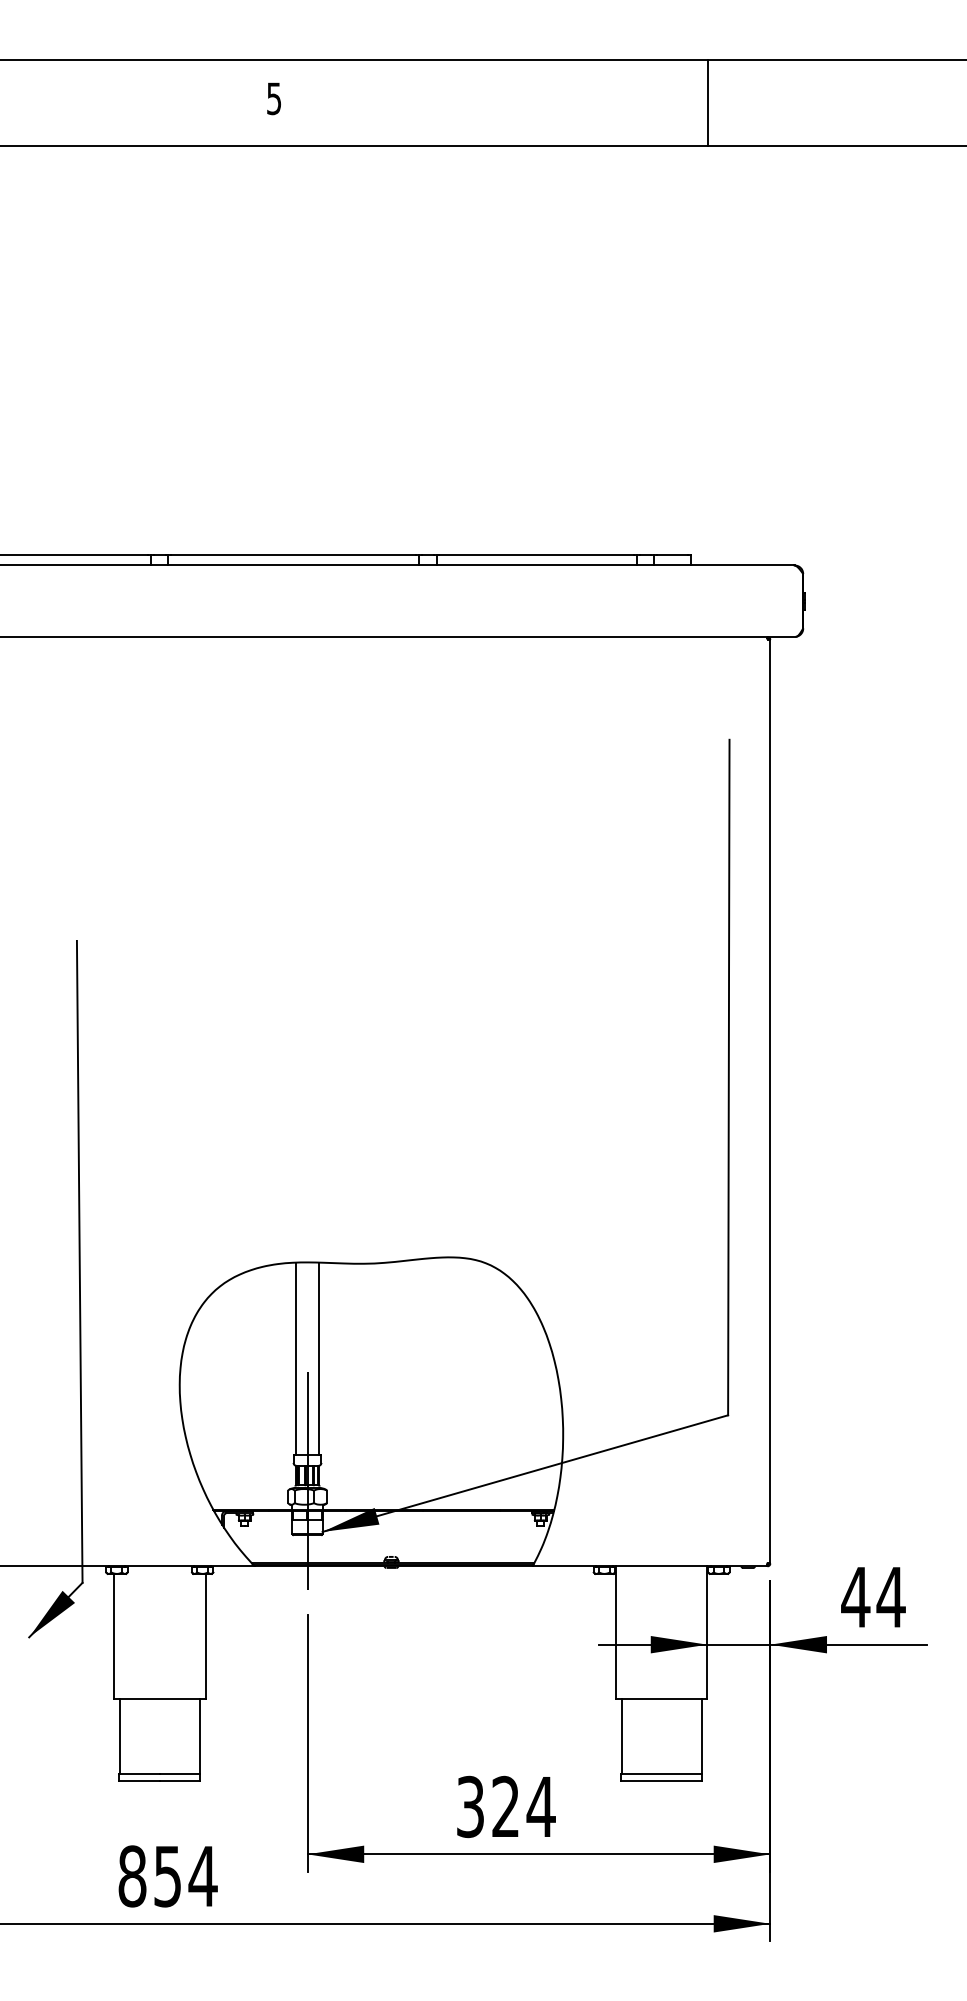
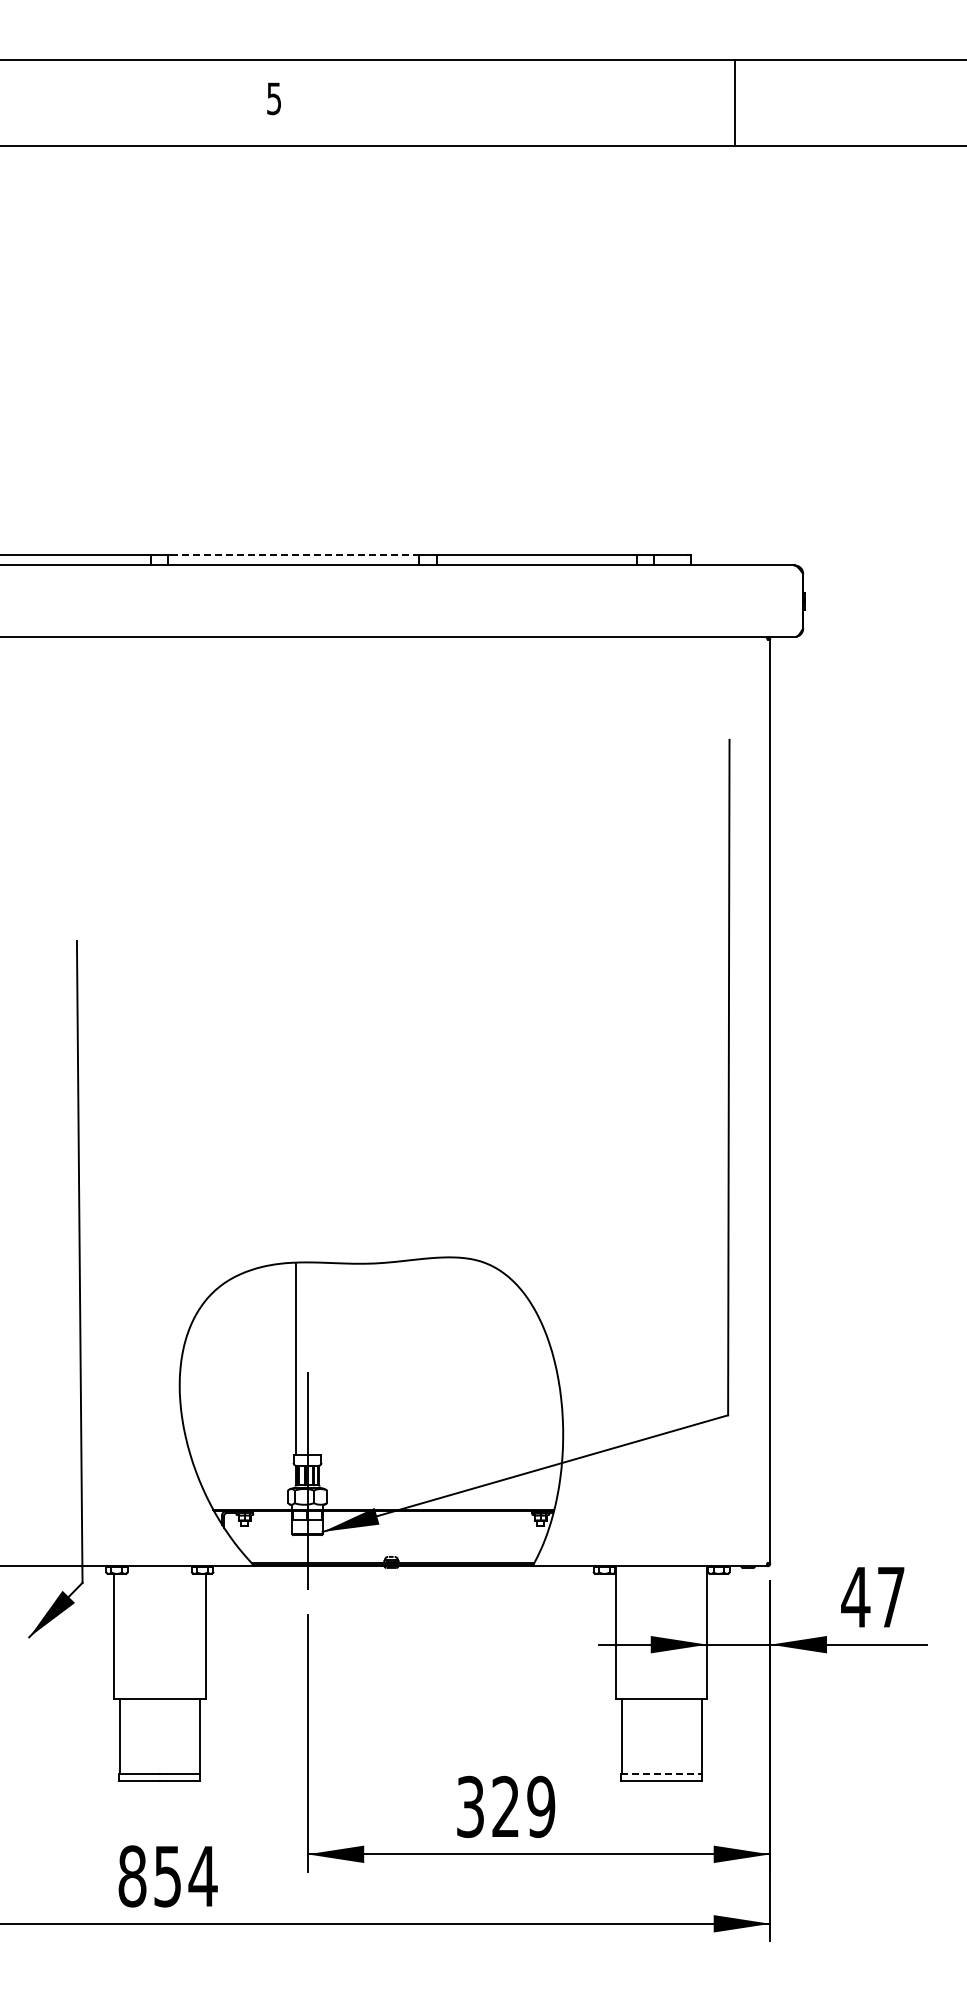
line at (708, 102) position: (708, 102) -> (735, 102)
line at (293, 554): solid -> dashed
line at (318, 1358): present -> none
text at (890, 1597): 44 -> 47
line at (661, 1773): solid -> dashed
text at (540, 1806): 324 -> 329
